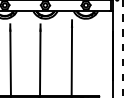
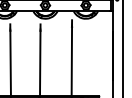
line at (123, 48): dashed -> solid
